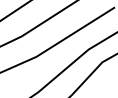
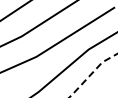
line at (92, 73): solid -> dashed
